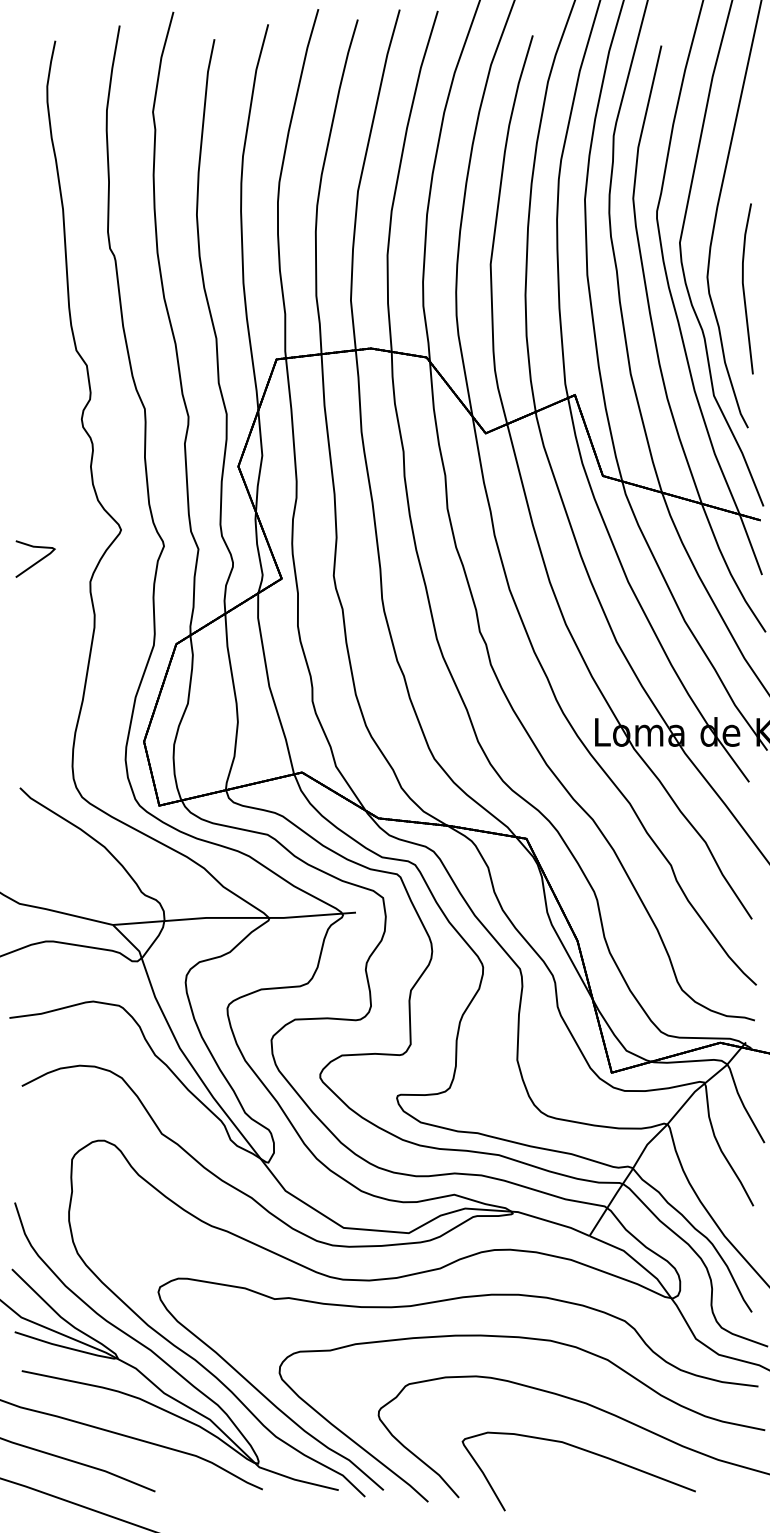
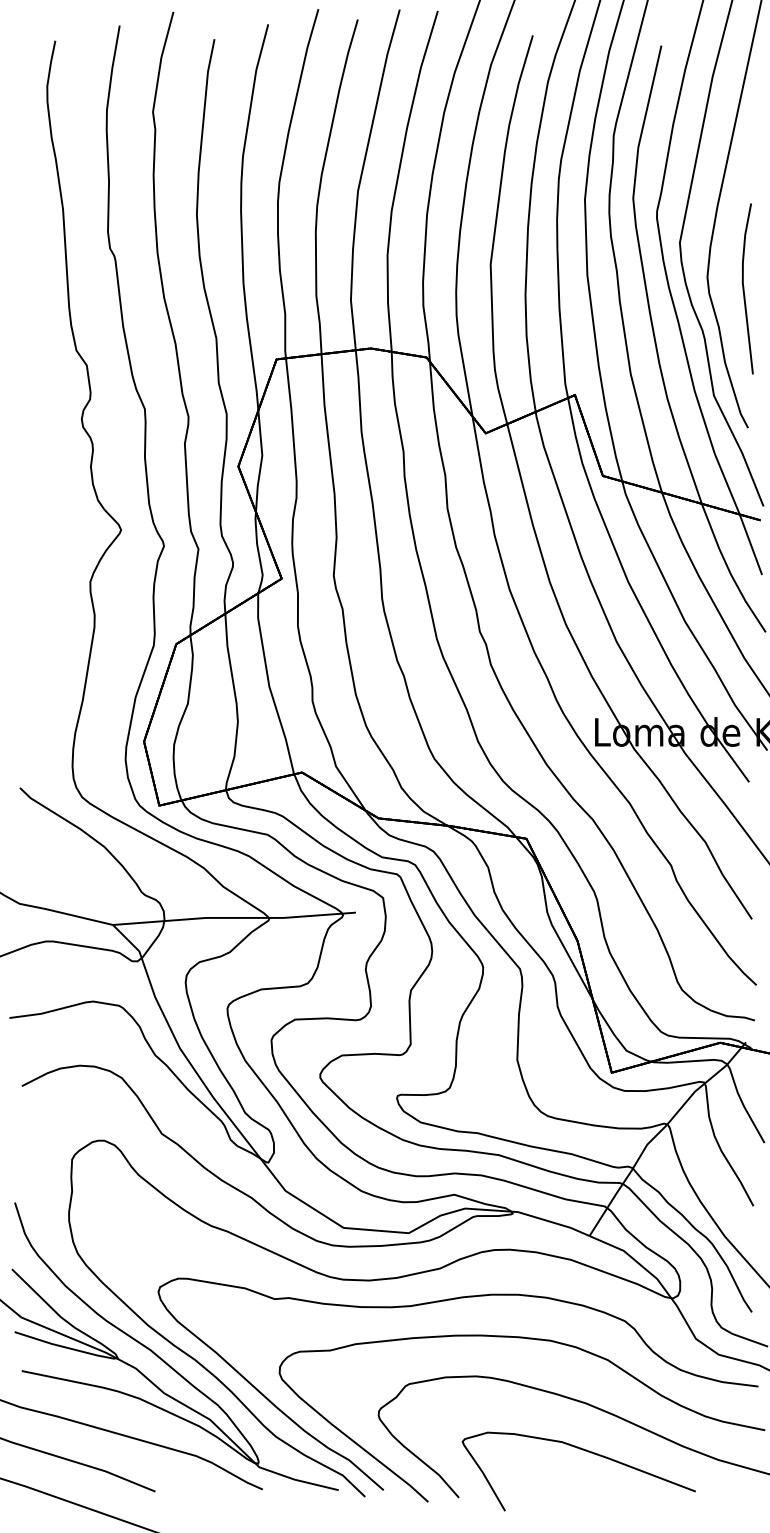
curve at (36, 561): present -> none
